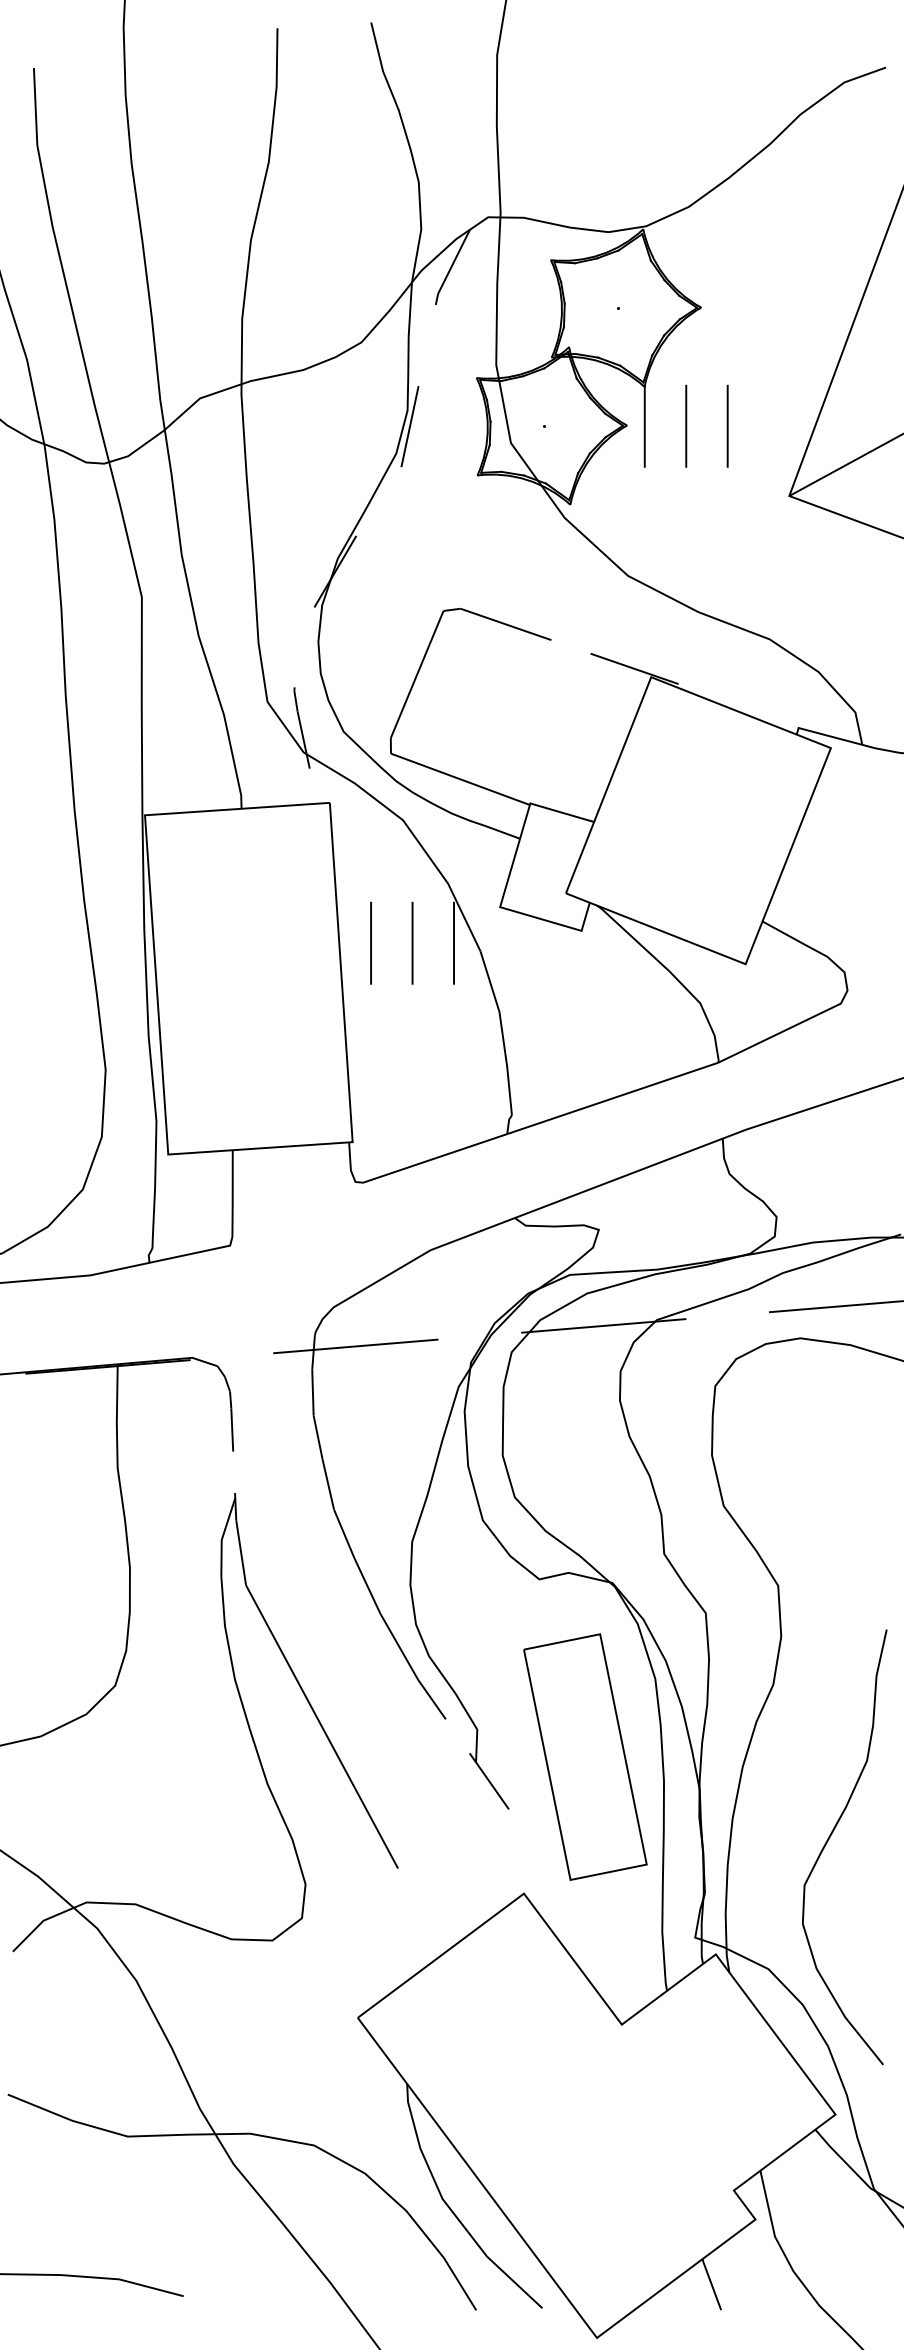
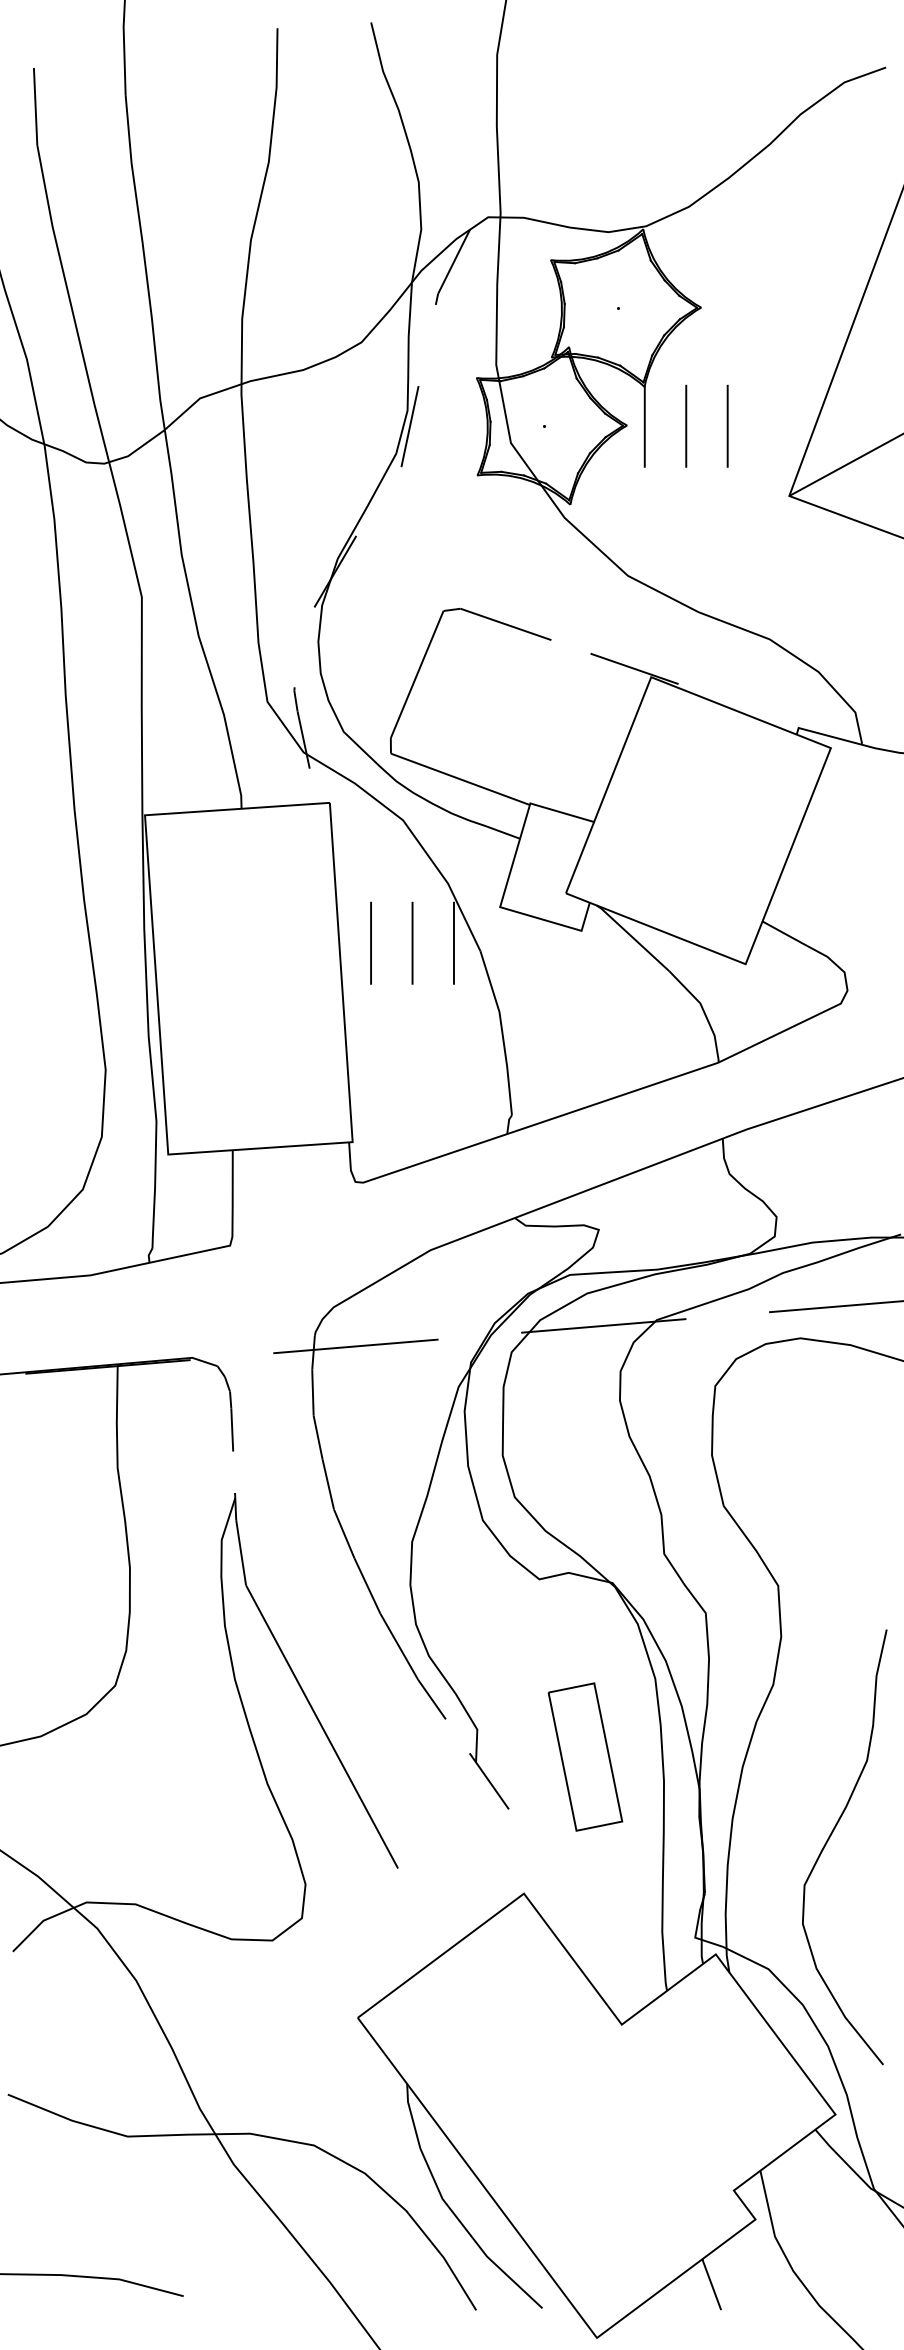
part at (585, 1756) size: 125x248 px -> 77x150 px
